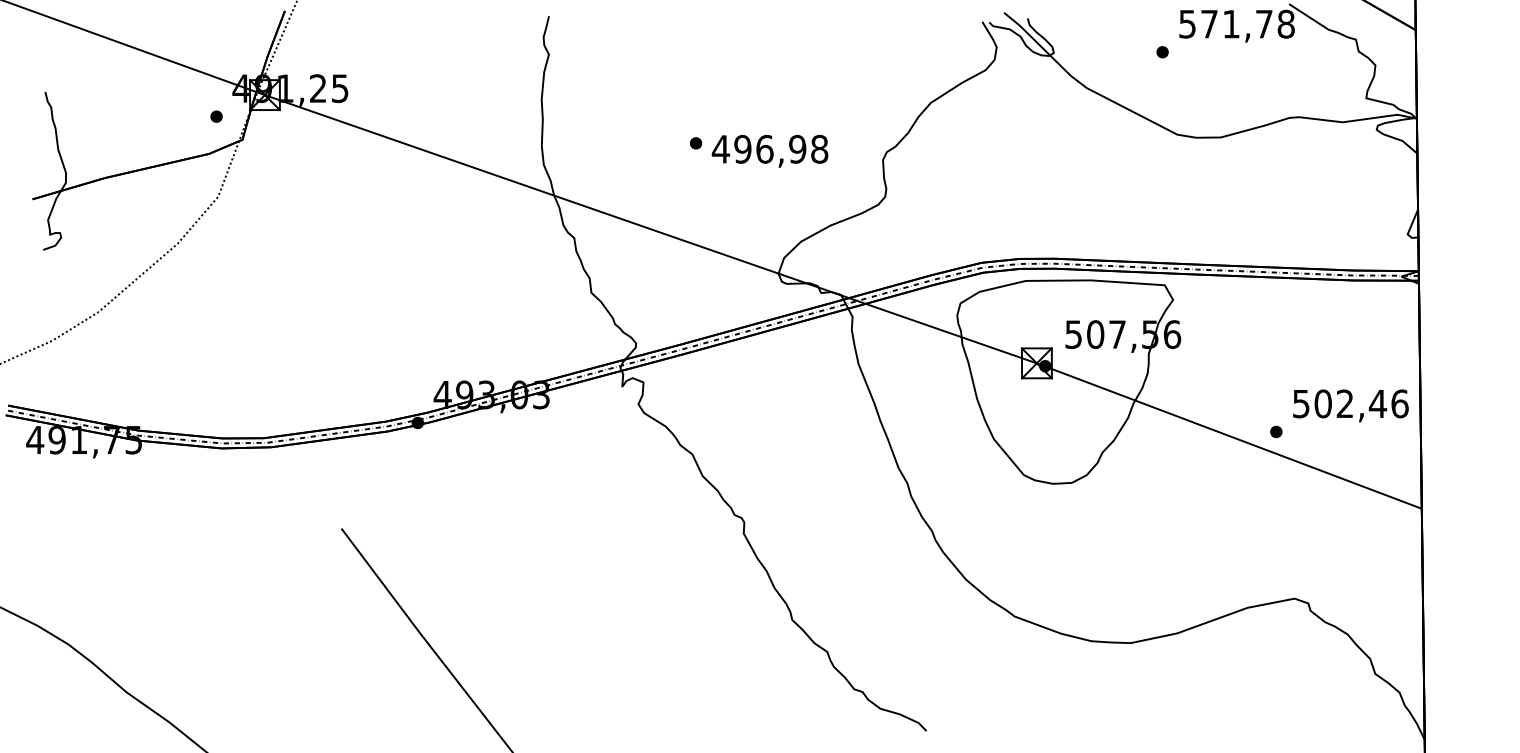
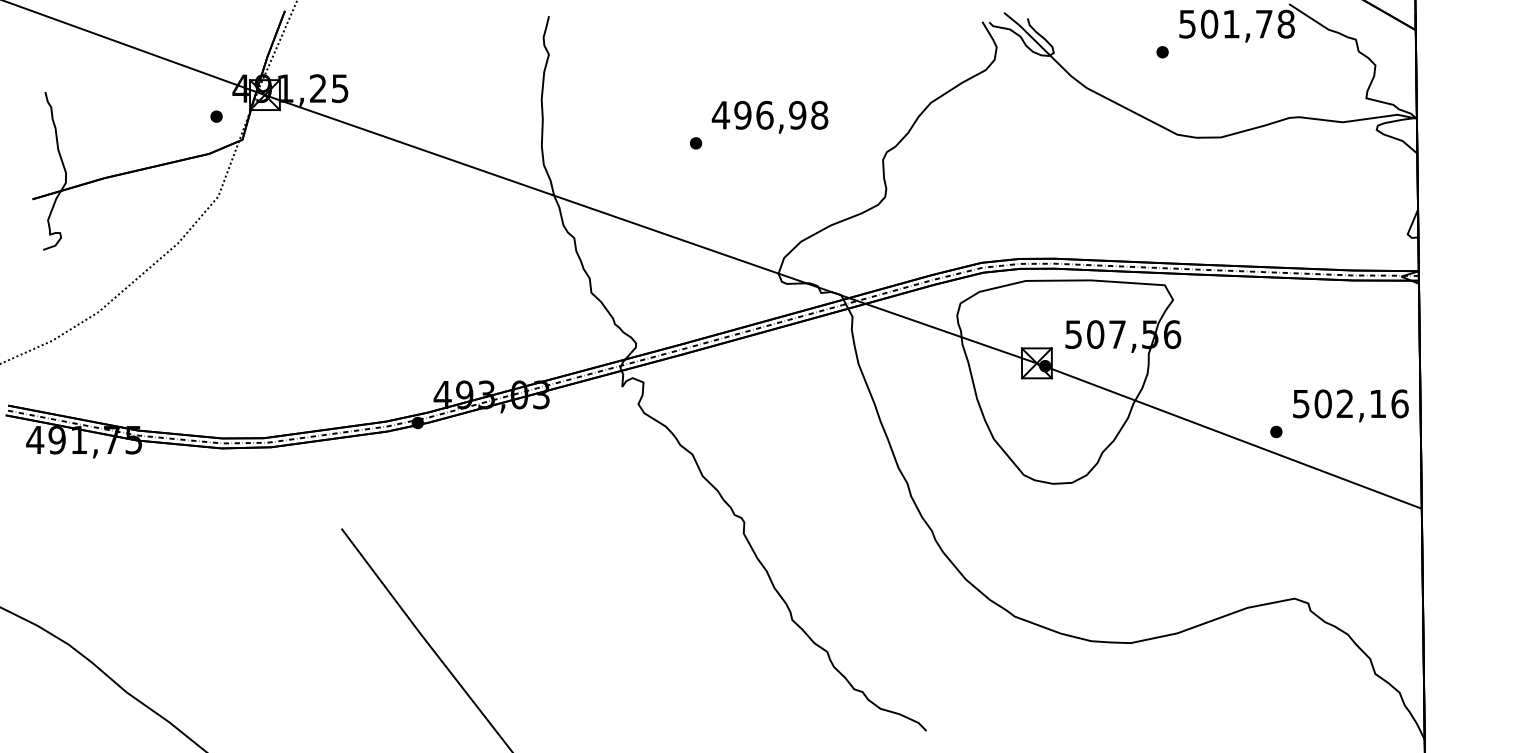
text at (1209, 23): 571,78 -> 501,78
text at (769, 151) position: (769, 151) -> (769, 117)
text at (1377, 403): 502,46 -> 502,16
